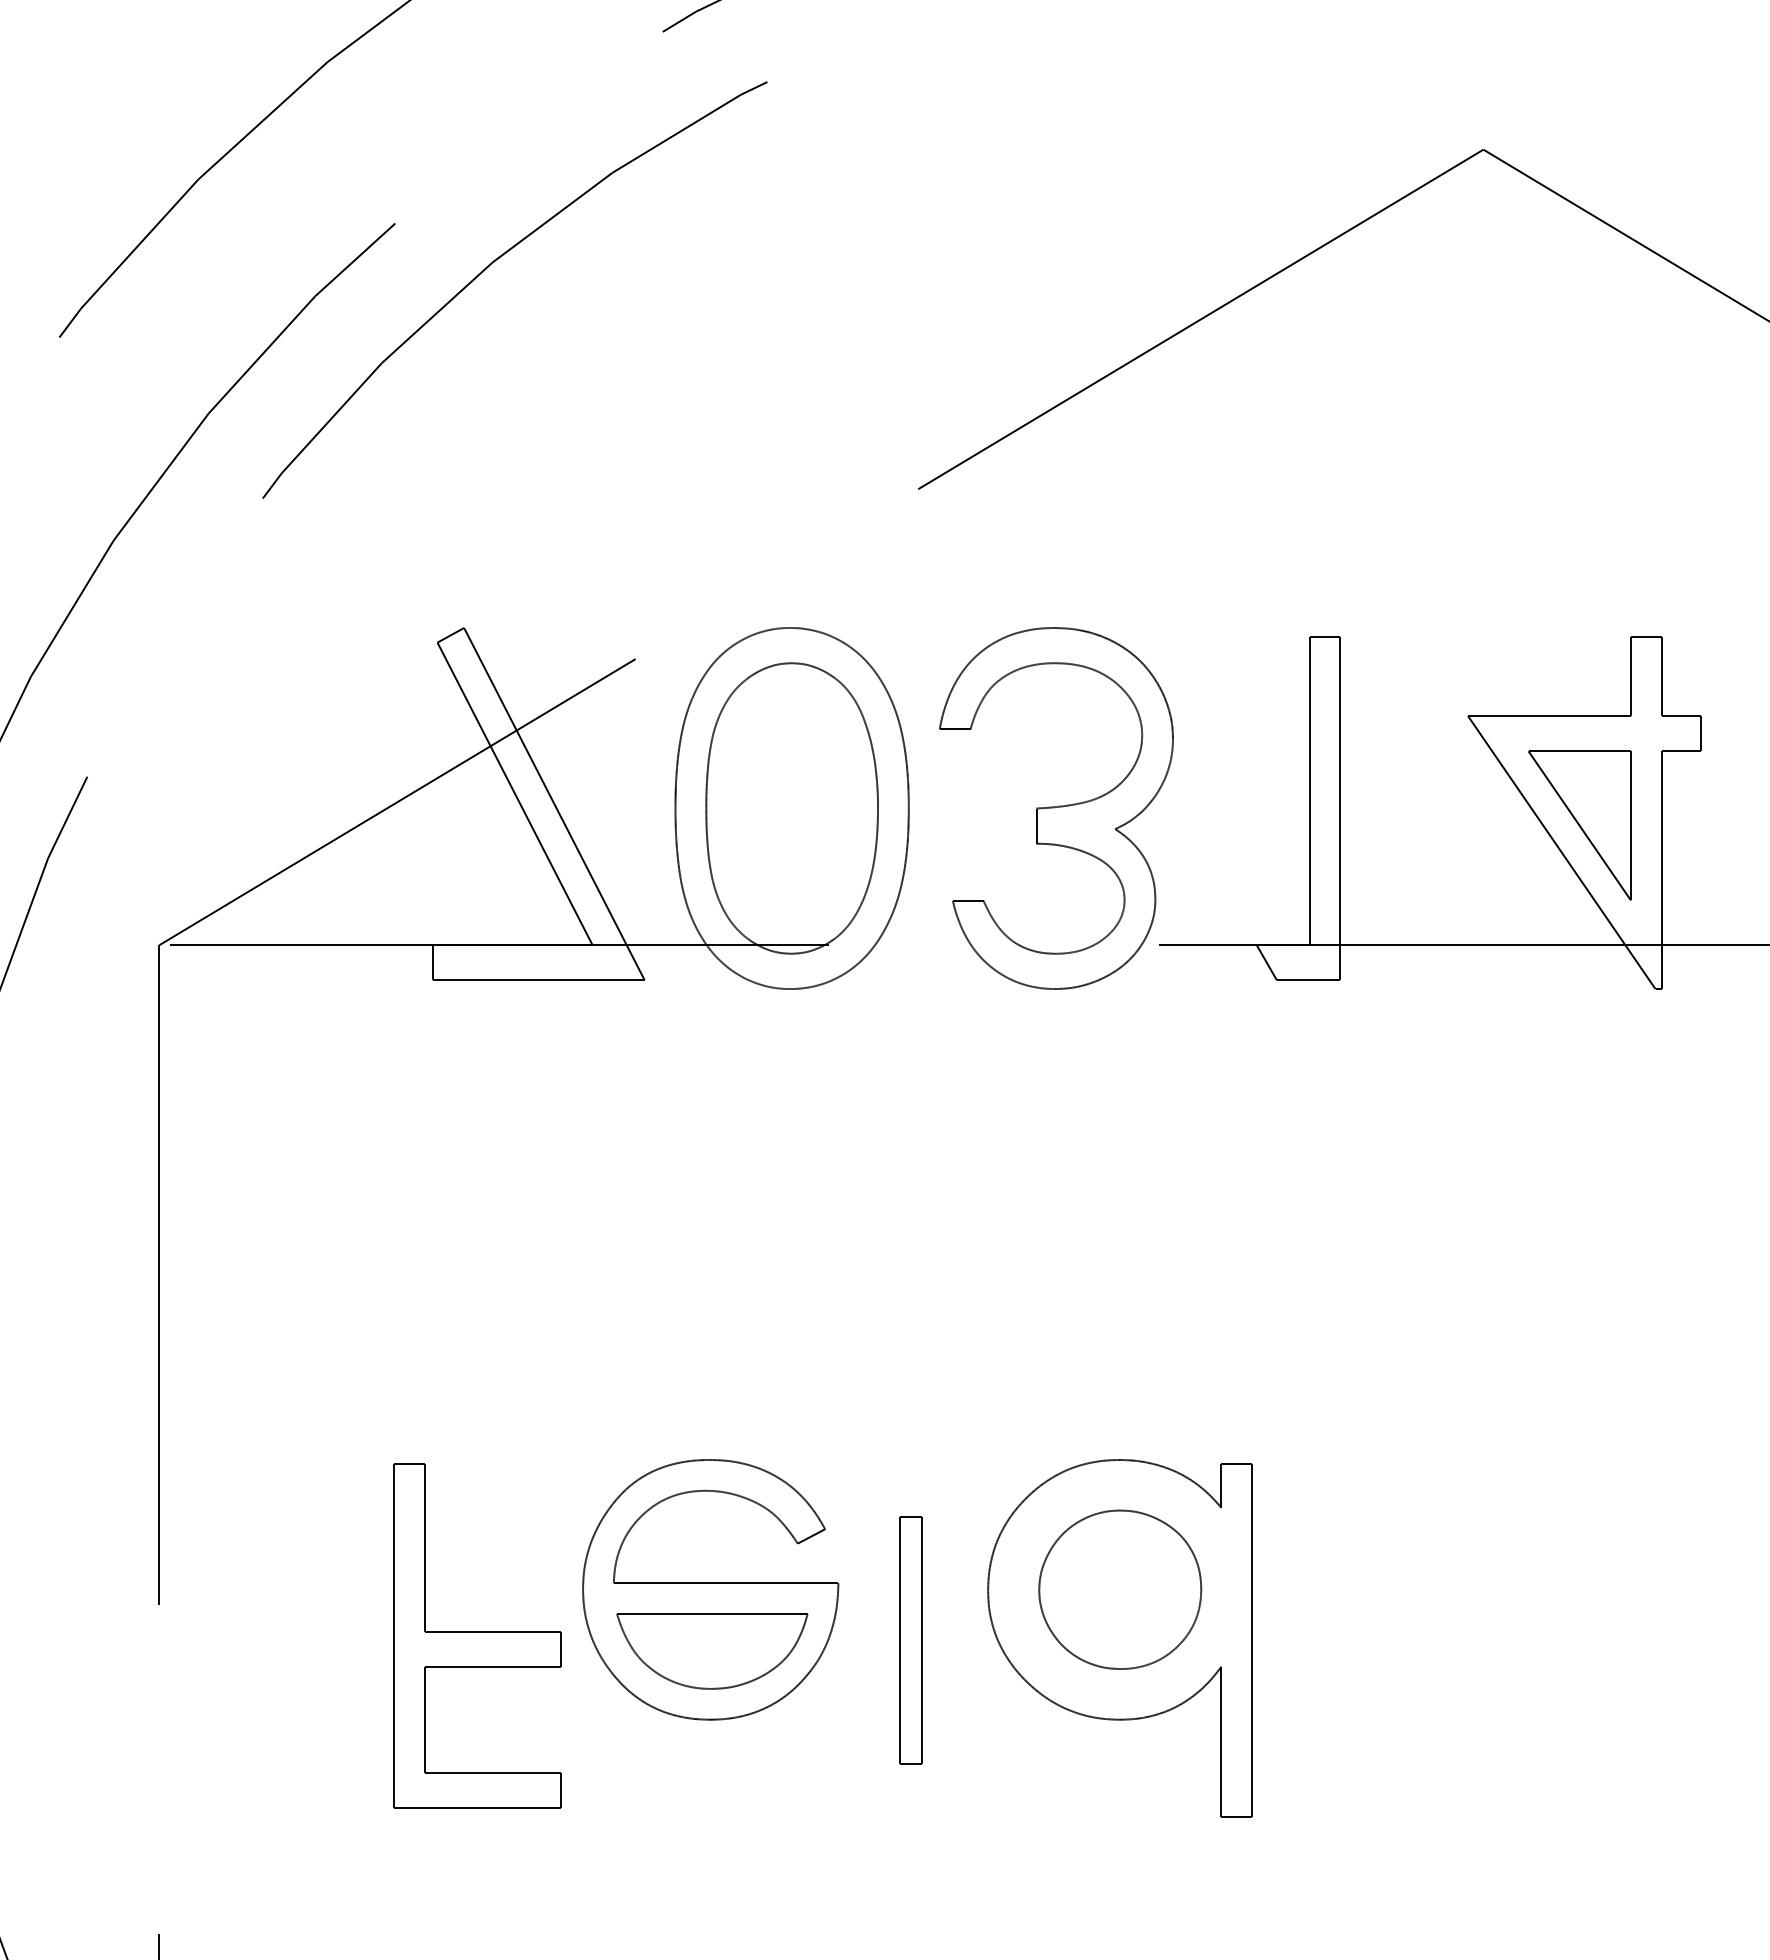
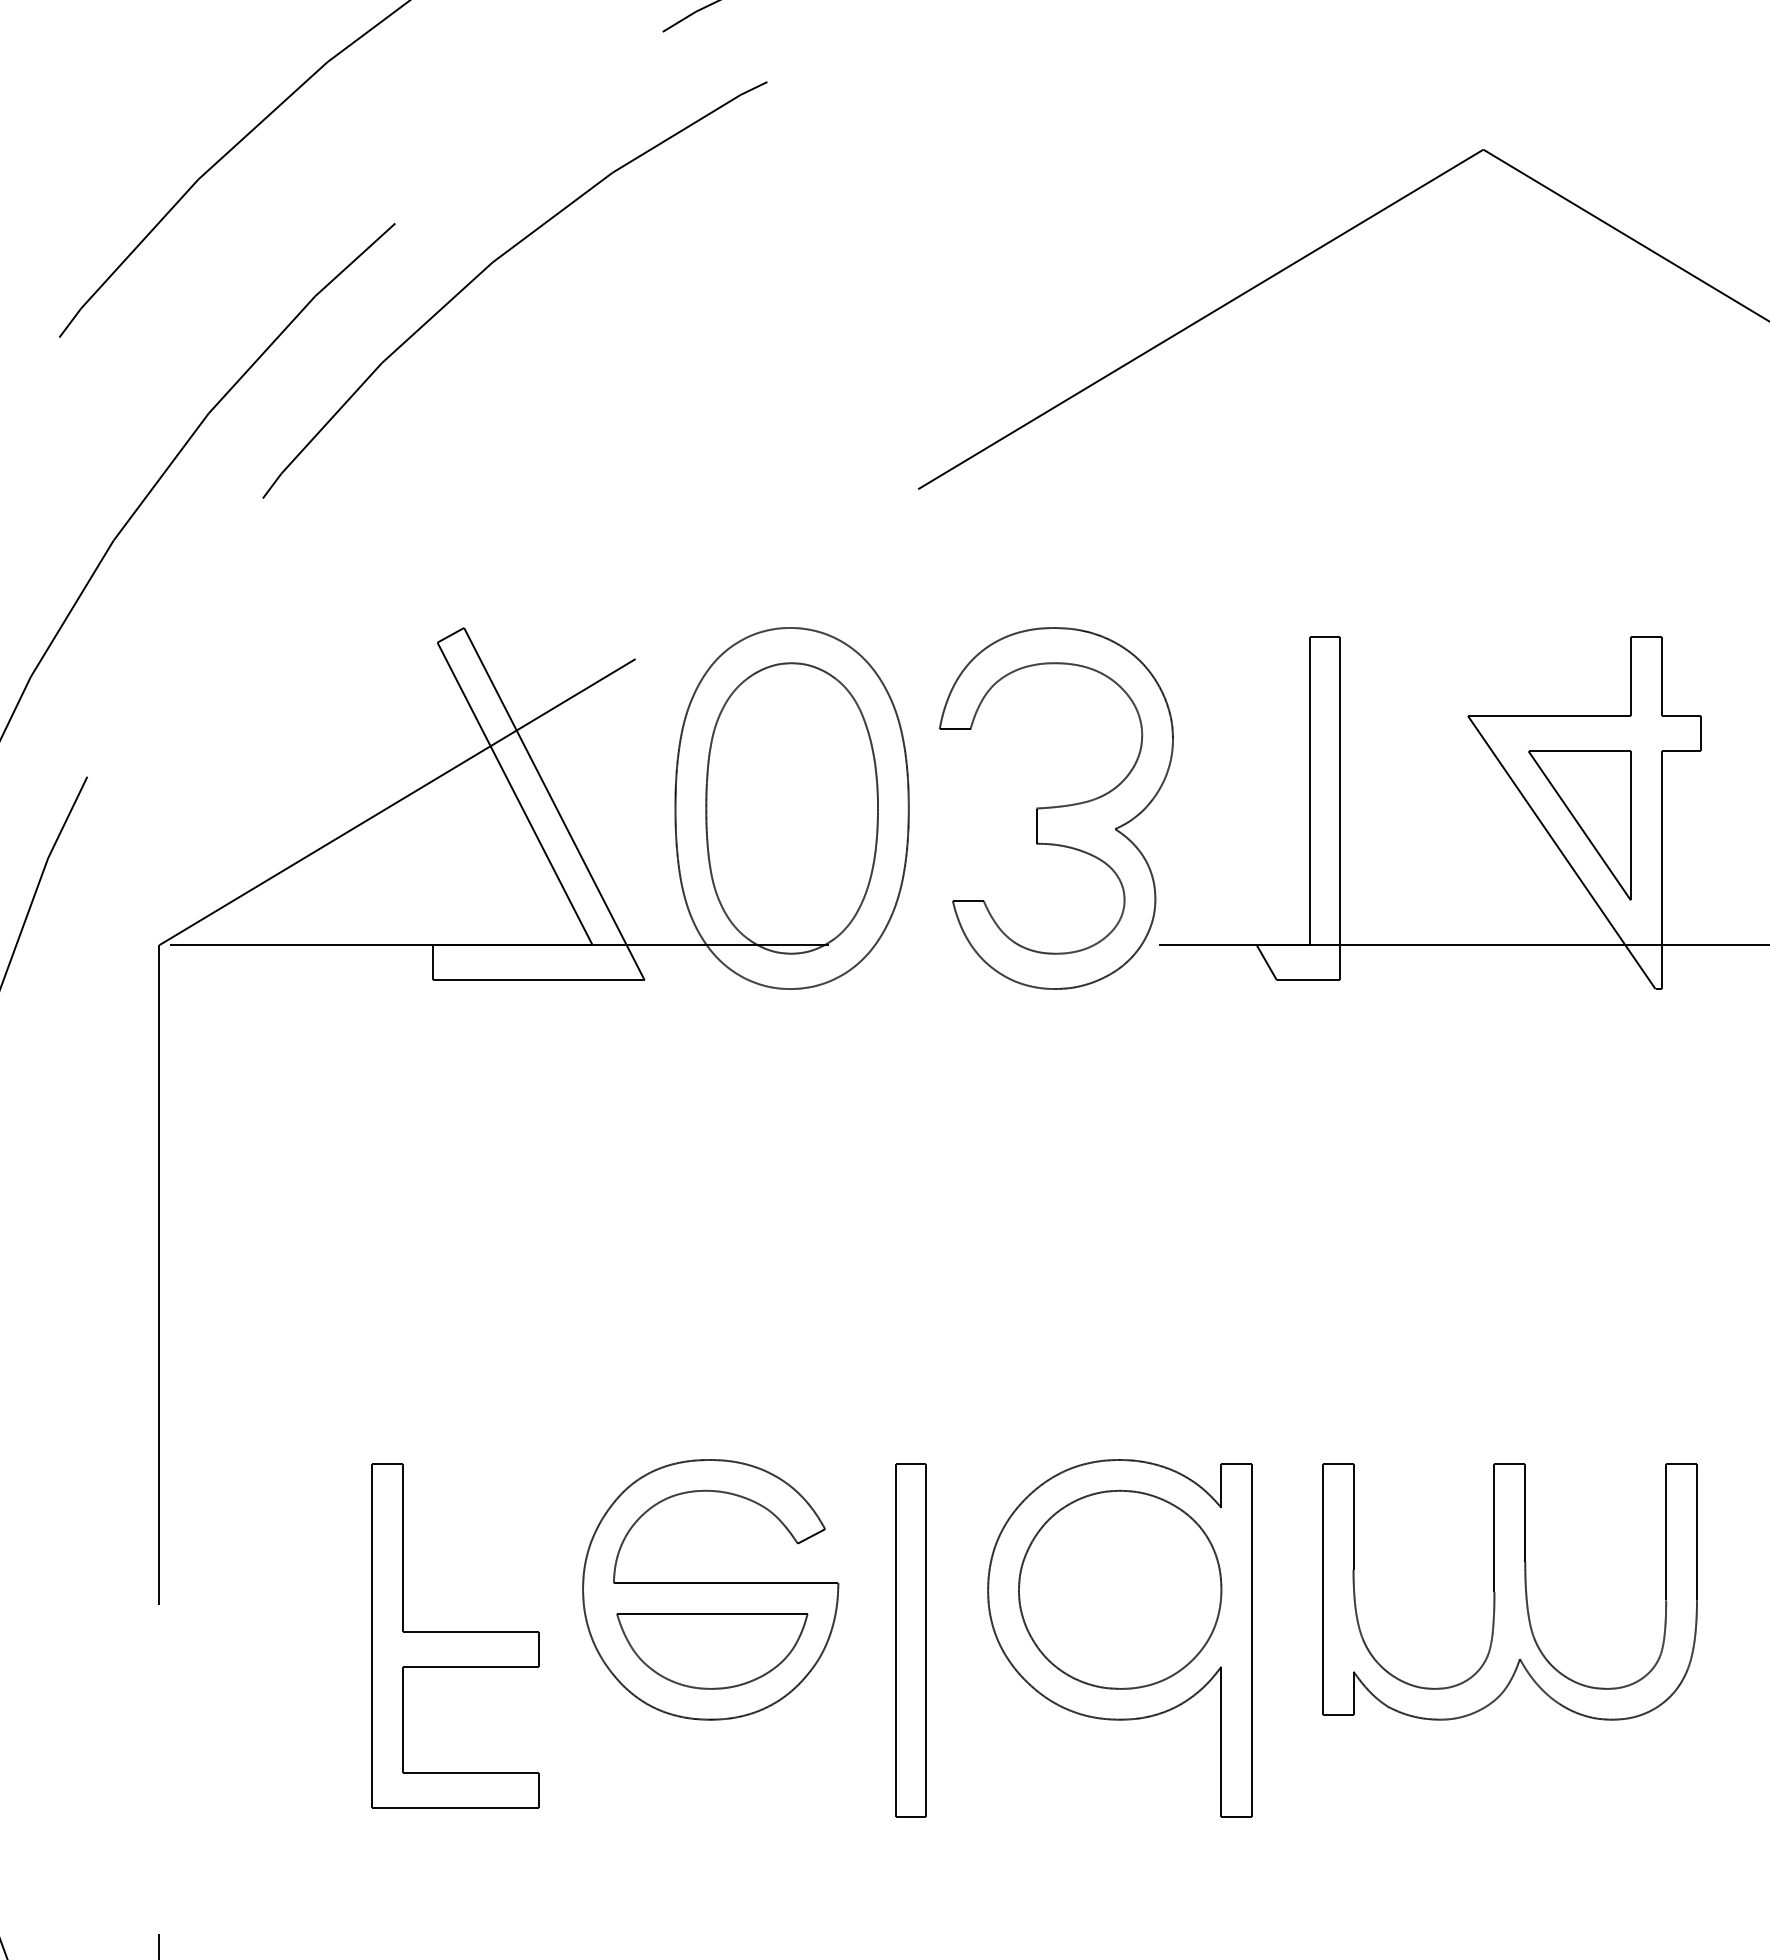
part at (1120, 1589) size: 165x161 px -> 205x201 px
part at (1509, 1591): none -> present
part at (477, 1635) position: (477, 1635) -> (455, 1635)
part at (910, 1640) size: 24x249 px -> 32x355 px
